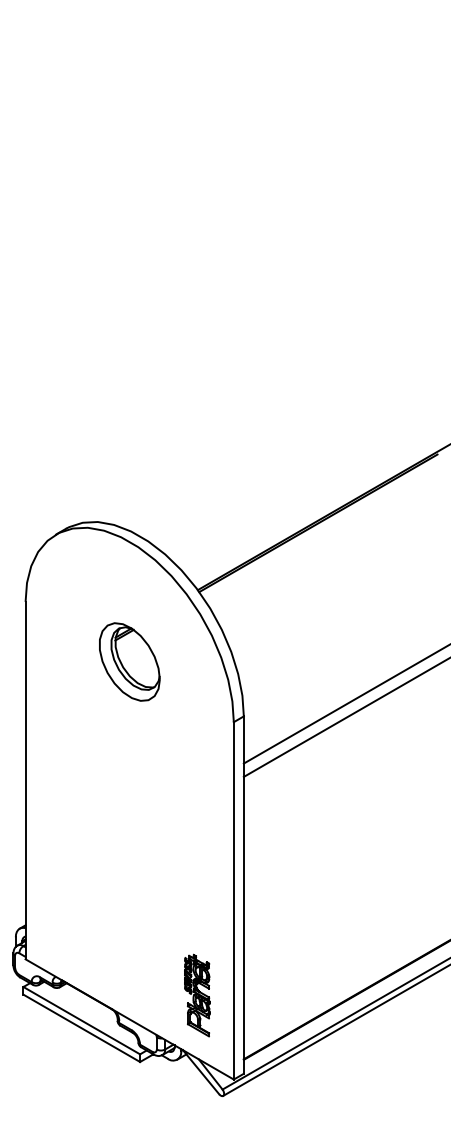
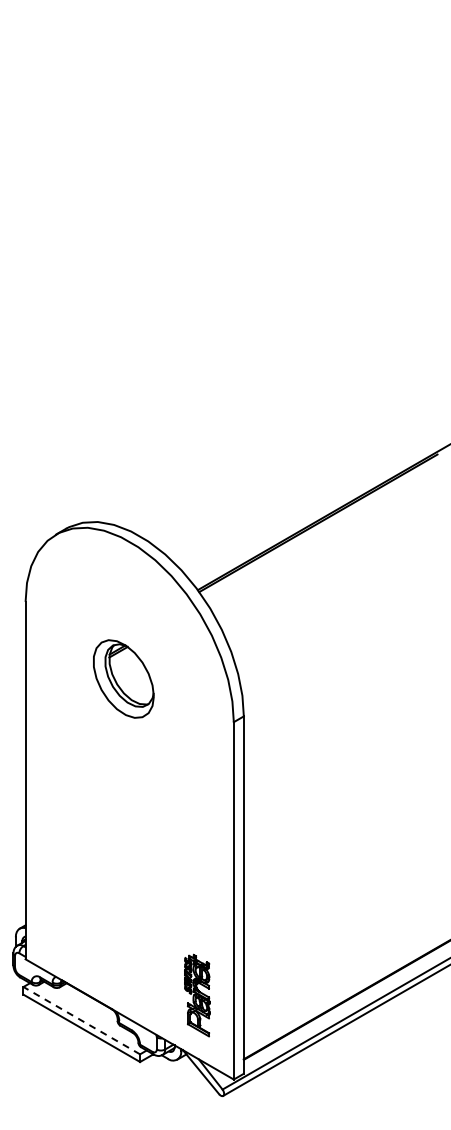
part at (129, 661) position: (129, 661) -> (123, 678)
line at (345, 704): present -> none
line at (345, 717): present -> none
line at (81, 1020): solid -> dashed
